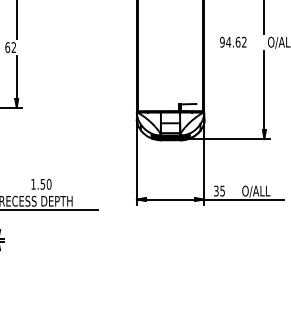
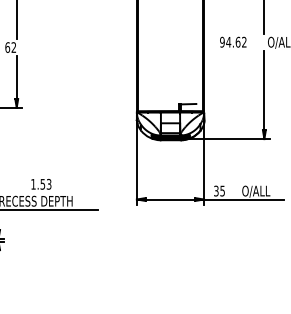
text at (48, 184): 1.50 -> 1.53
